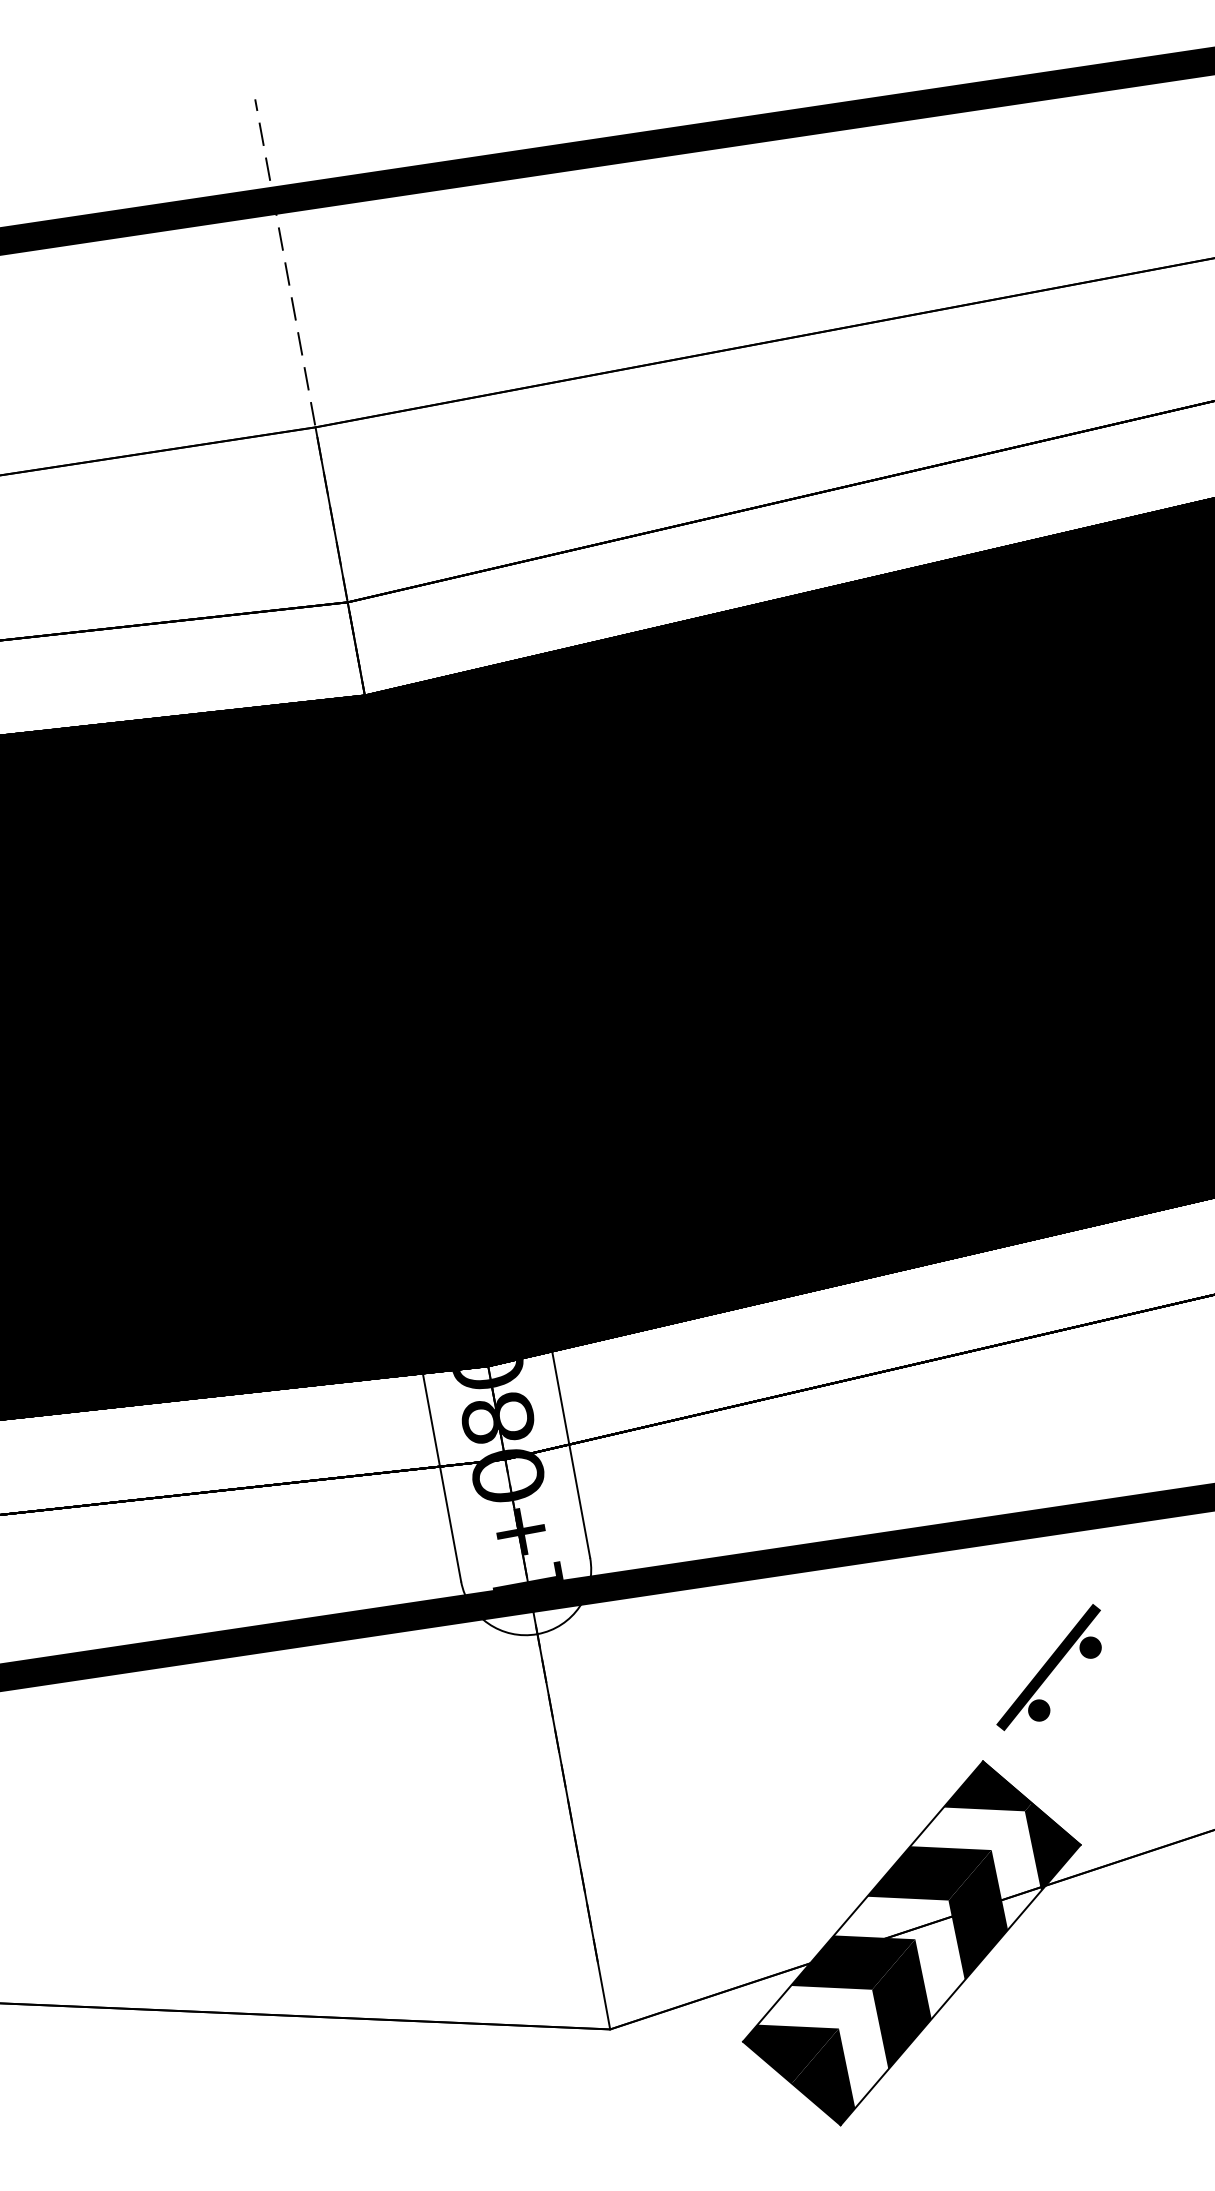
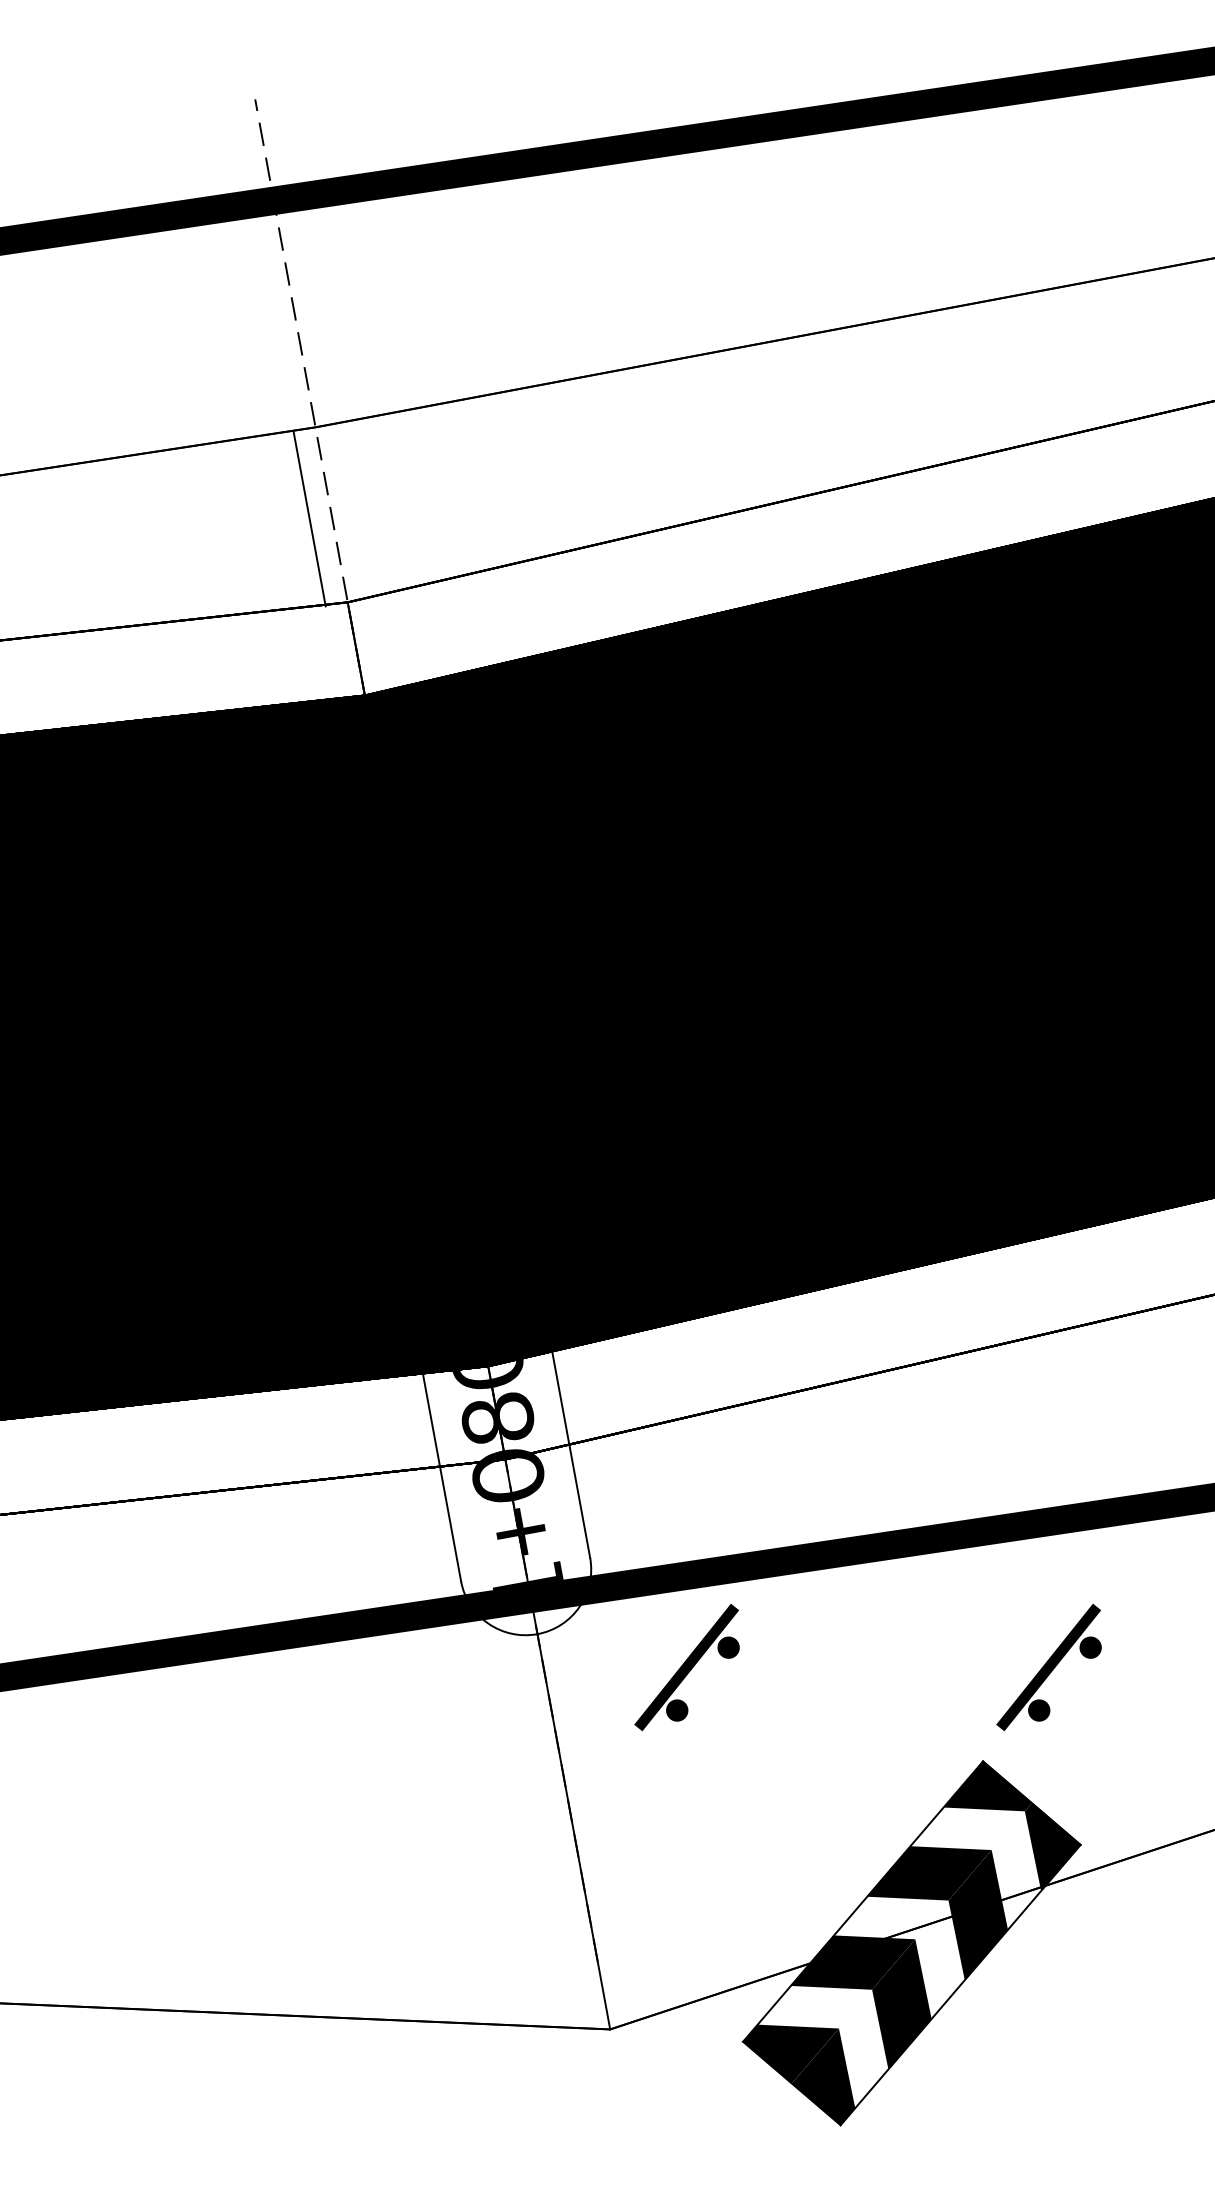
line at (331, 514) position: (331, 514) -> (309, 518)
part at (686, 1667): none -> present
